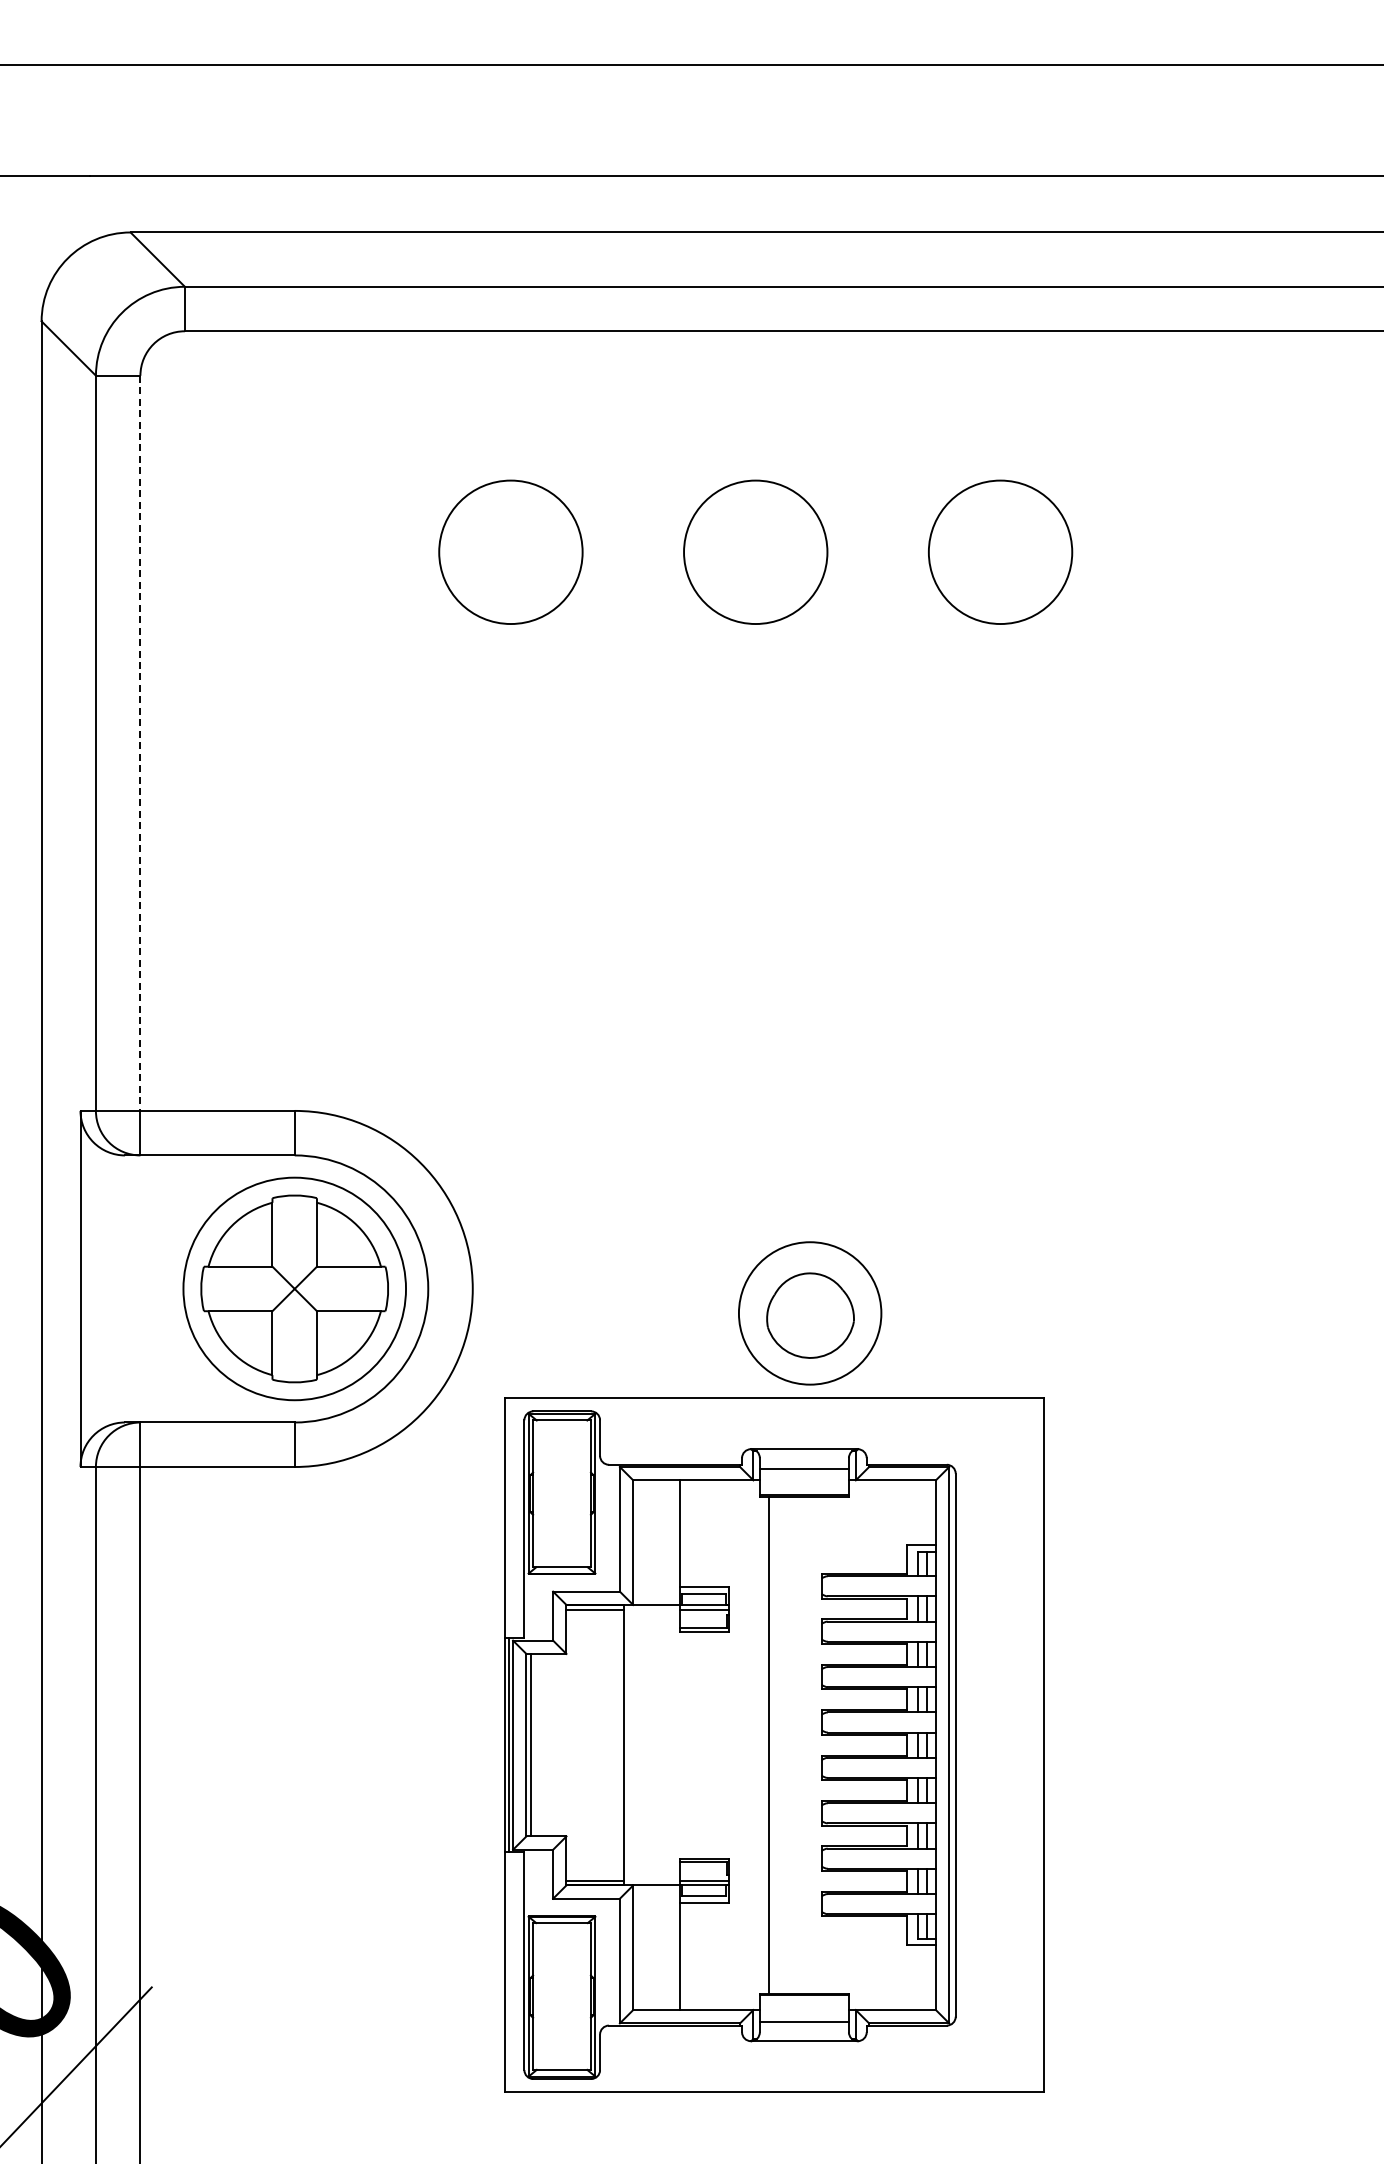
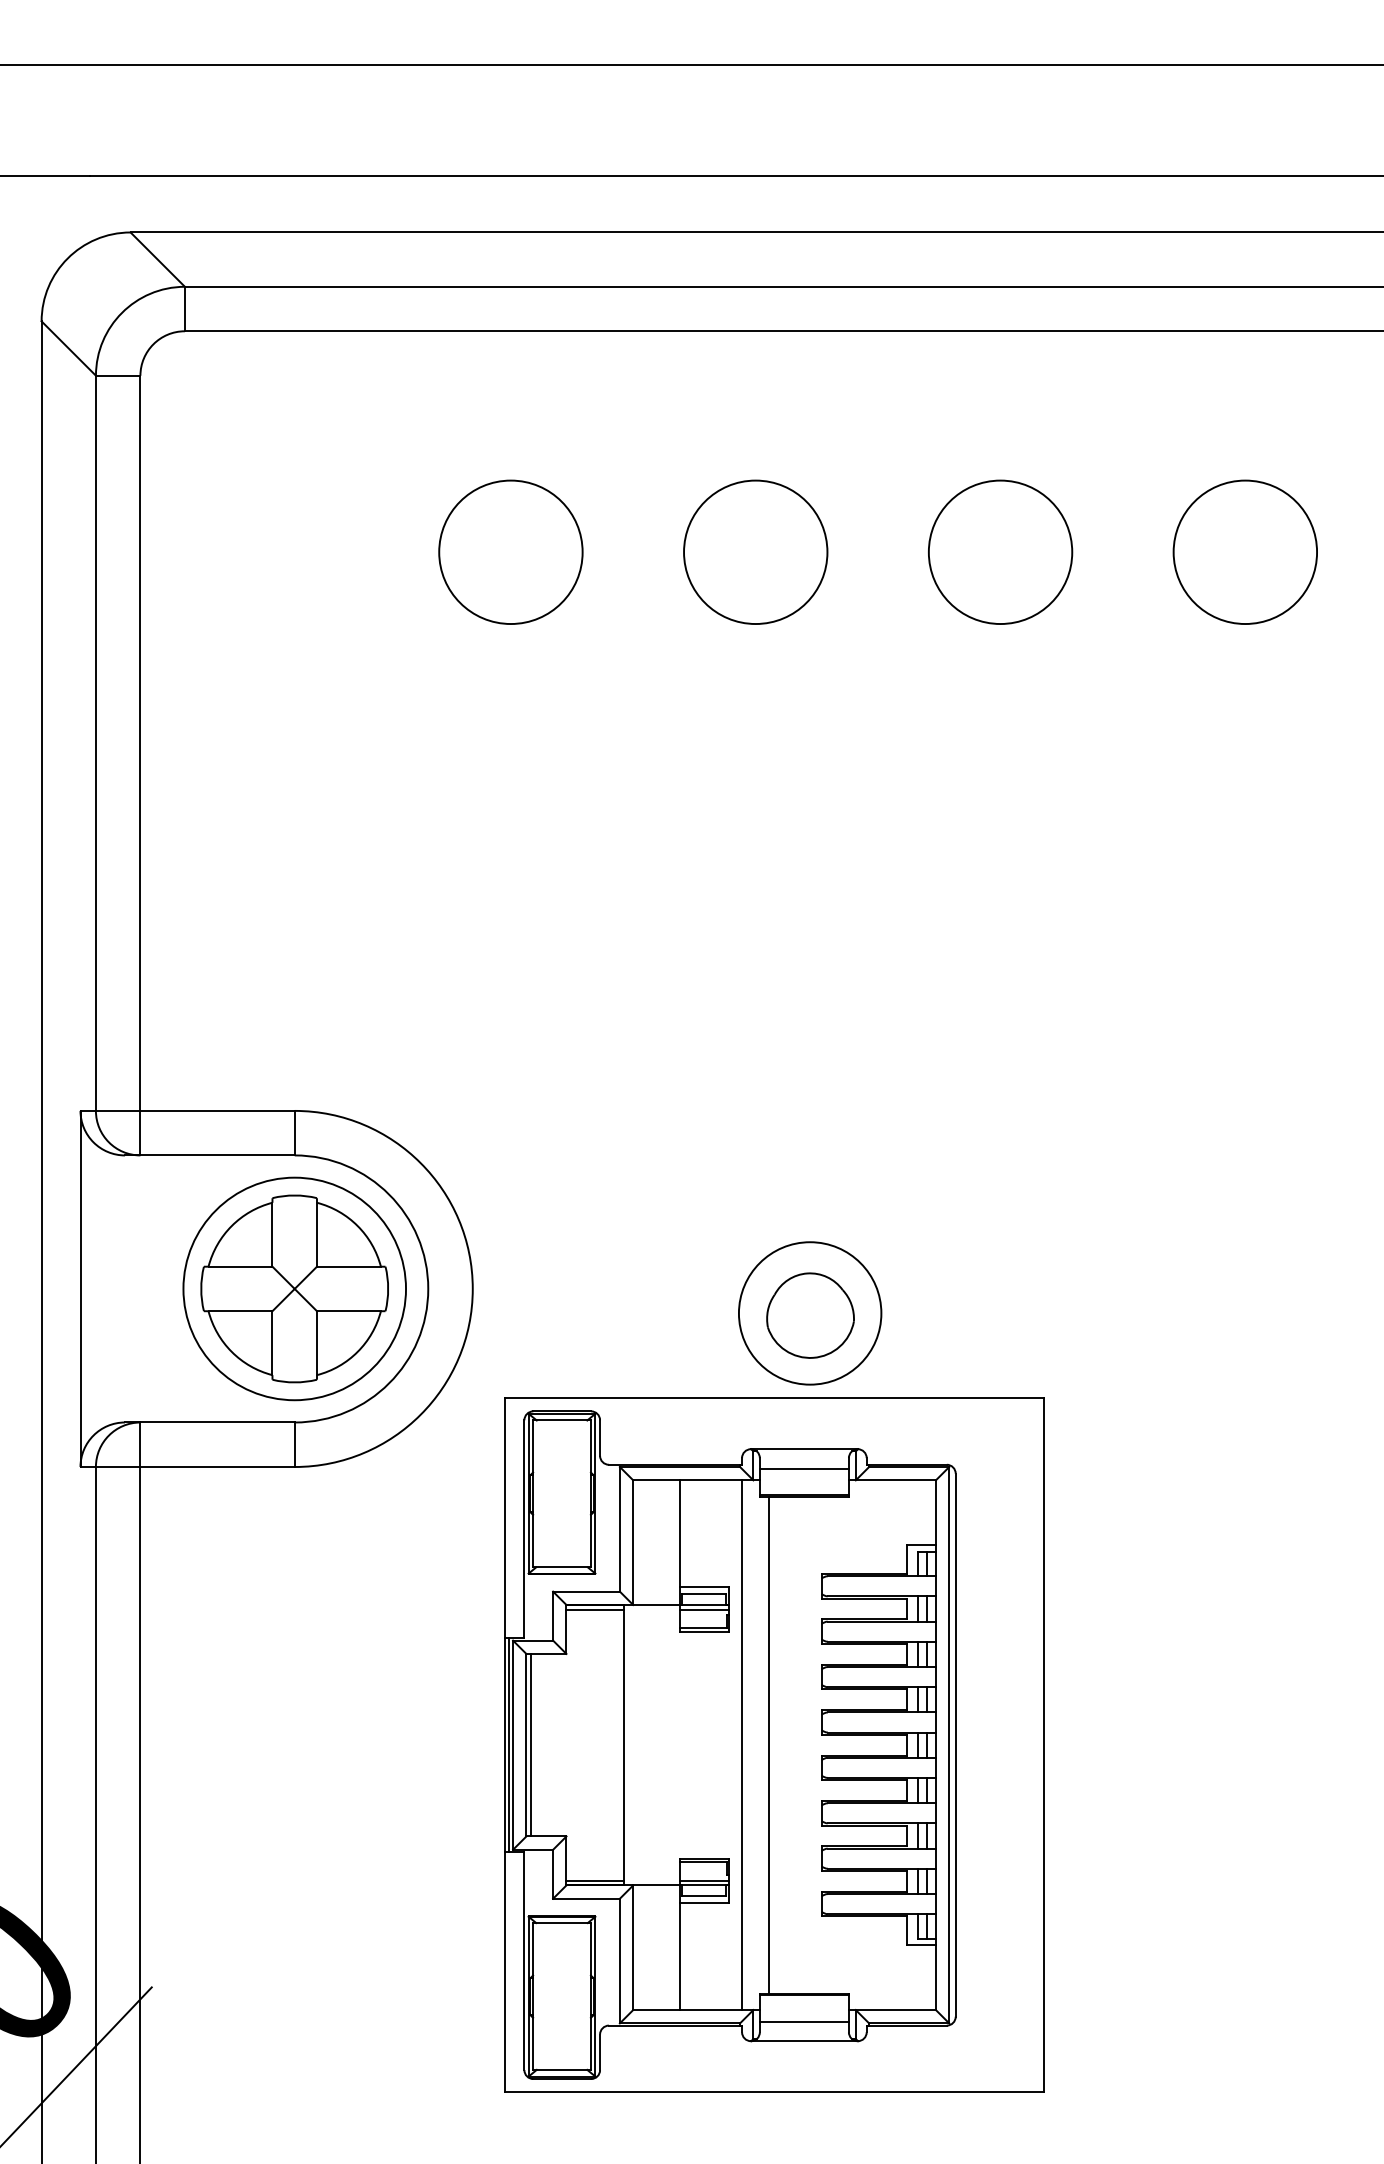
circle at (1244, 551): none -> present
line at (140, 743): dashed -> solid
line at (742, 1745): none -> present
